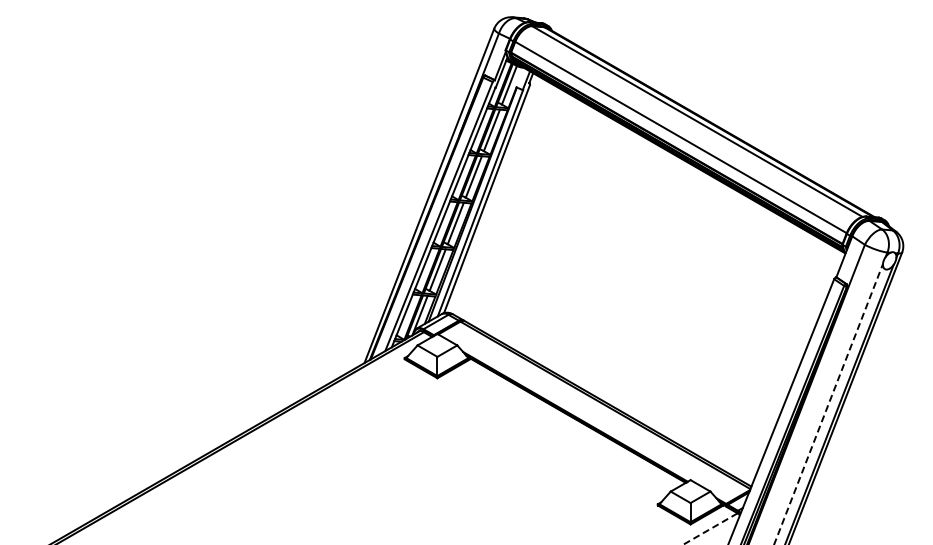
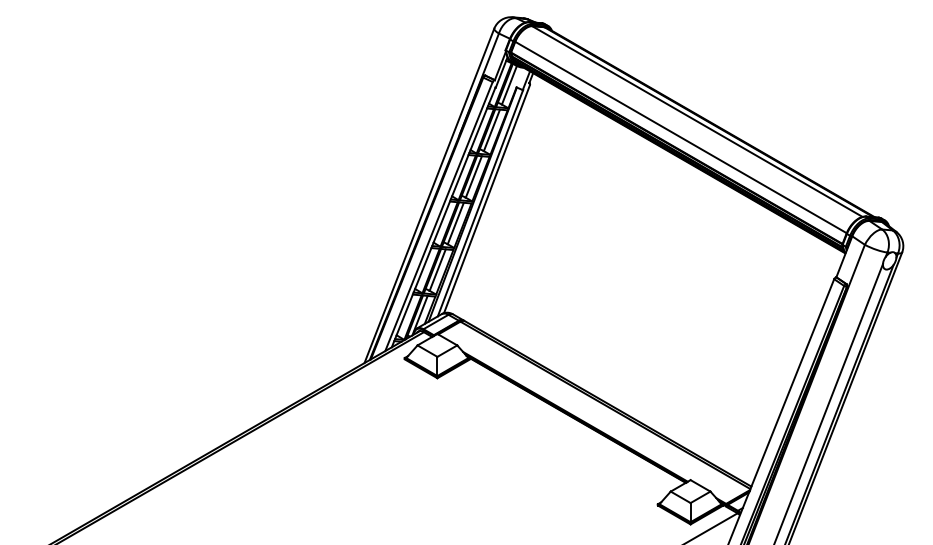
line at (828, 403): dashed -> solid
line at (709, 529): dashed -> solid
